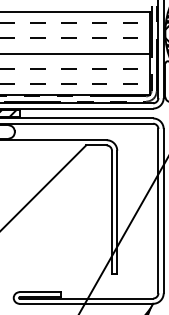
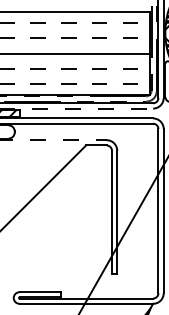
line at (77, 108): solid -> dashed
line at (53, 140): solid -> dashed
